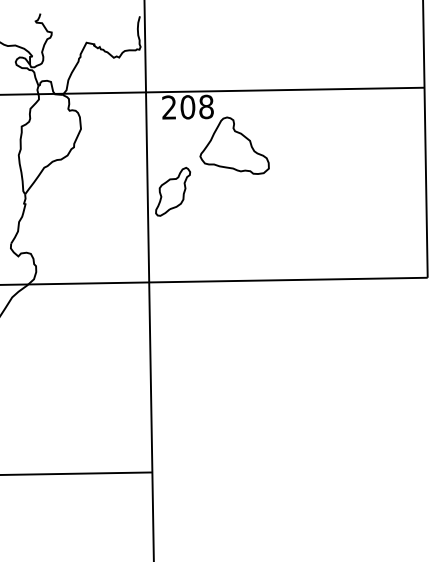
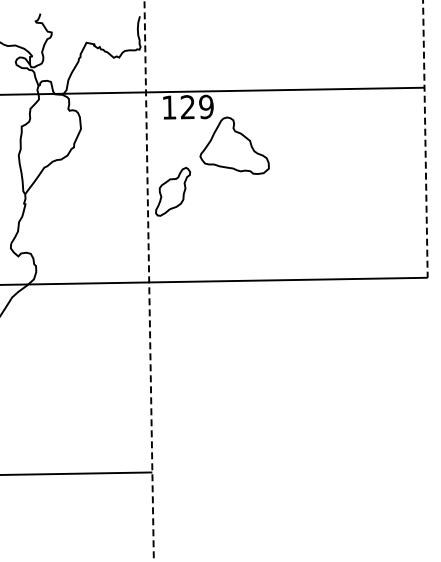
text at (187, 106): 208 -> 129
line at (425, 139): solid -> dashed
line at (149, 281): solid -> dashed
